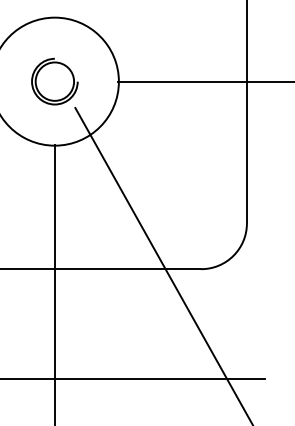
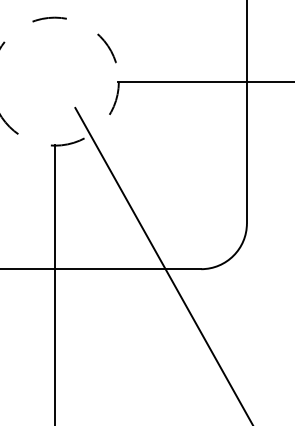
part at (54, 81): present -> none
circle at (59, 81): solid -> dashed
line at (133, 378): present -> none
